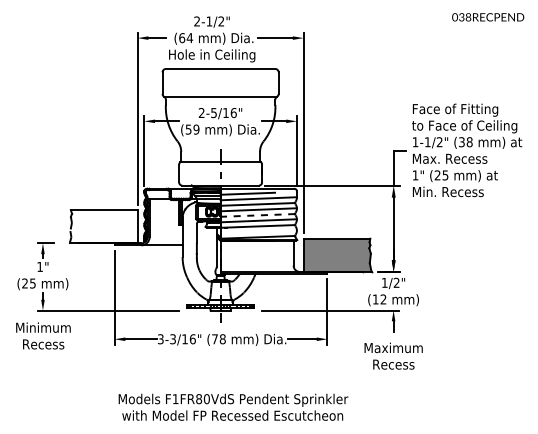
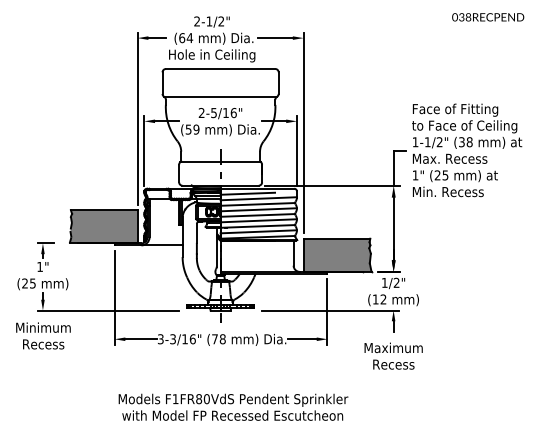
line at (257, 215): dashed -> solid
fill at (103, 226): none -> present
line at (258, 231): none -> present
